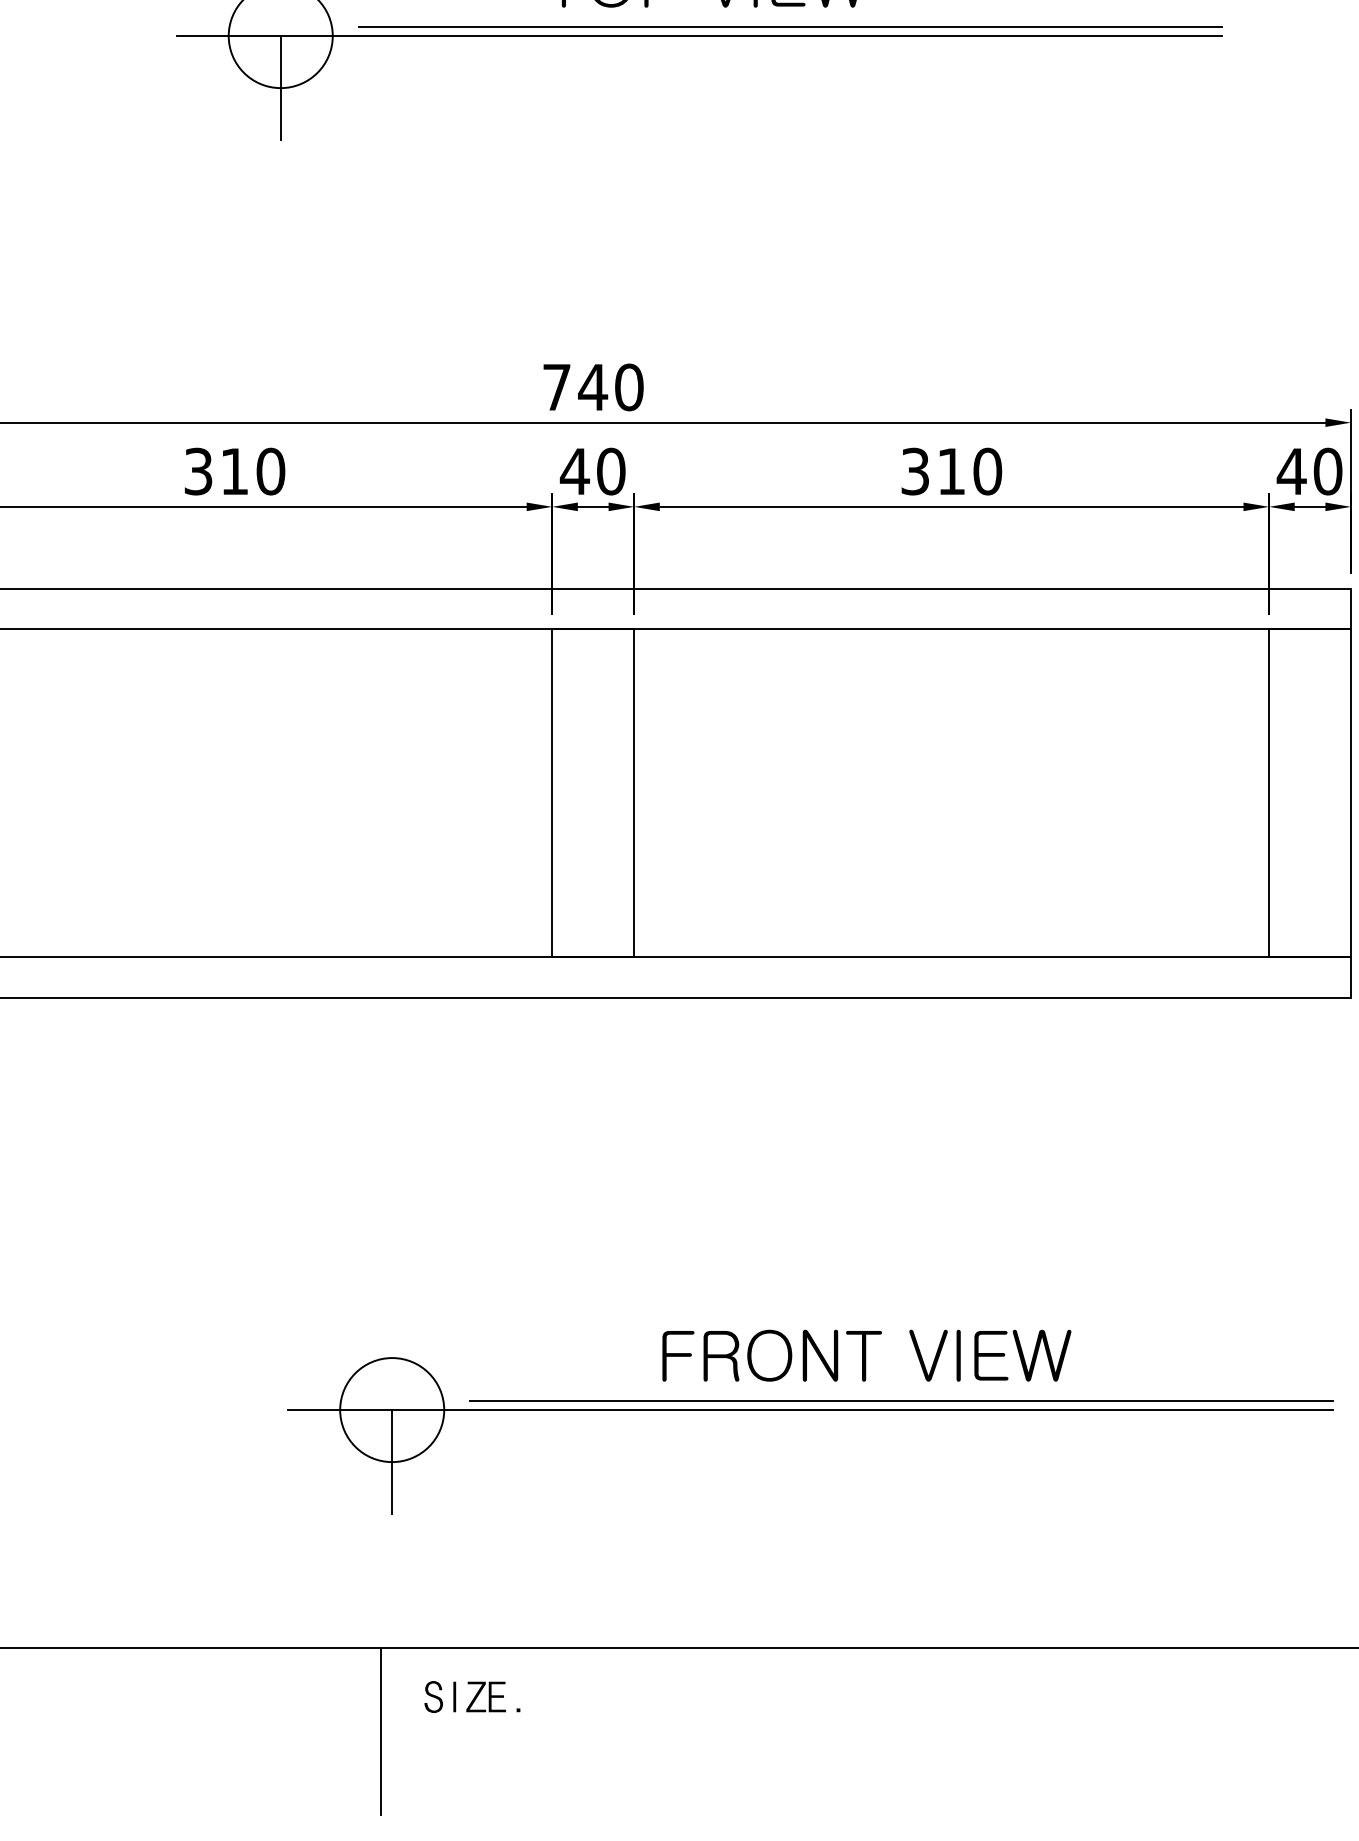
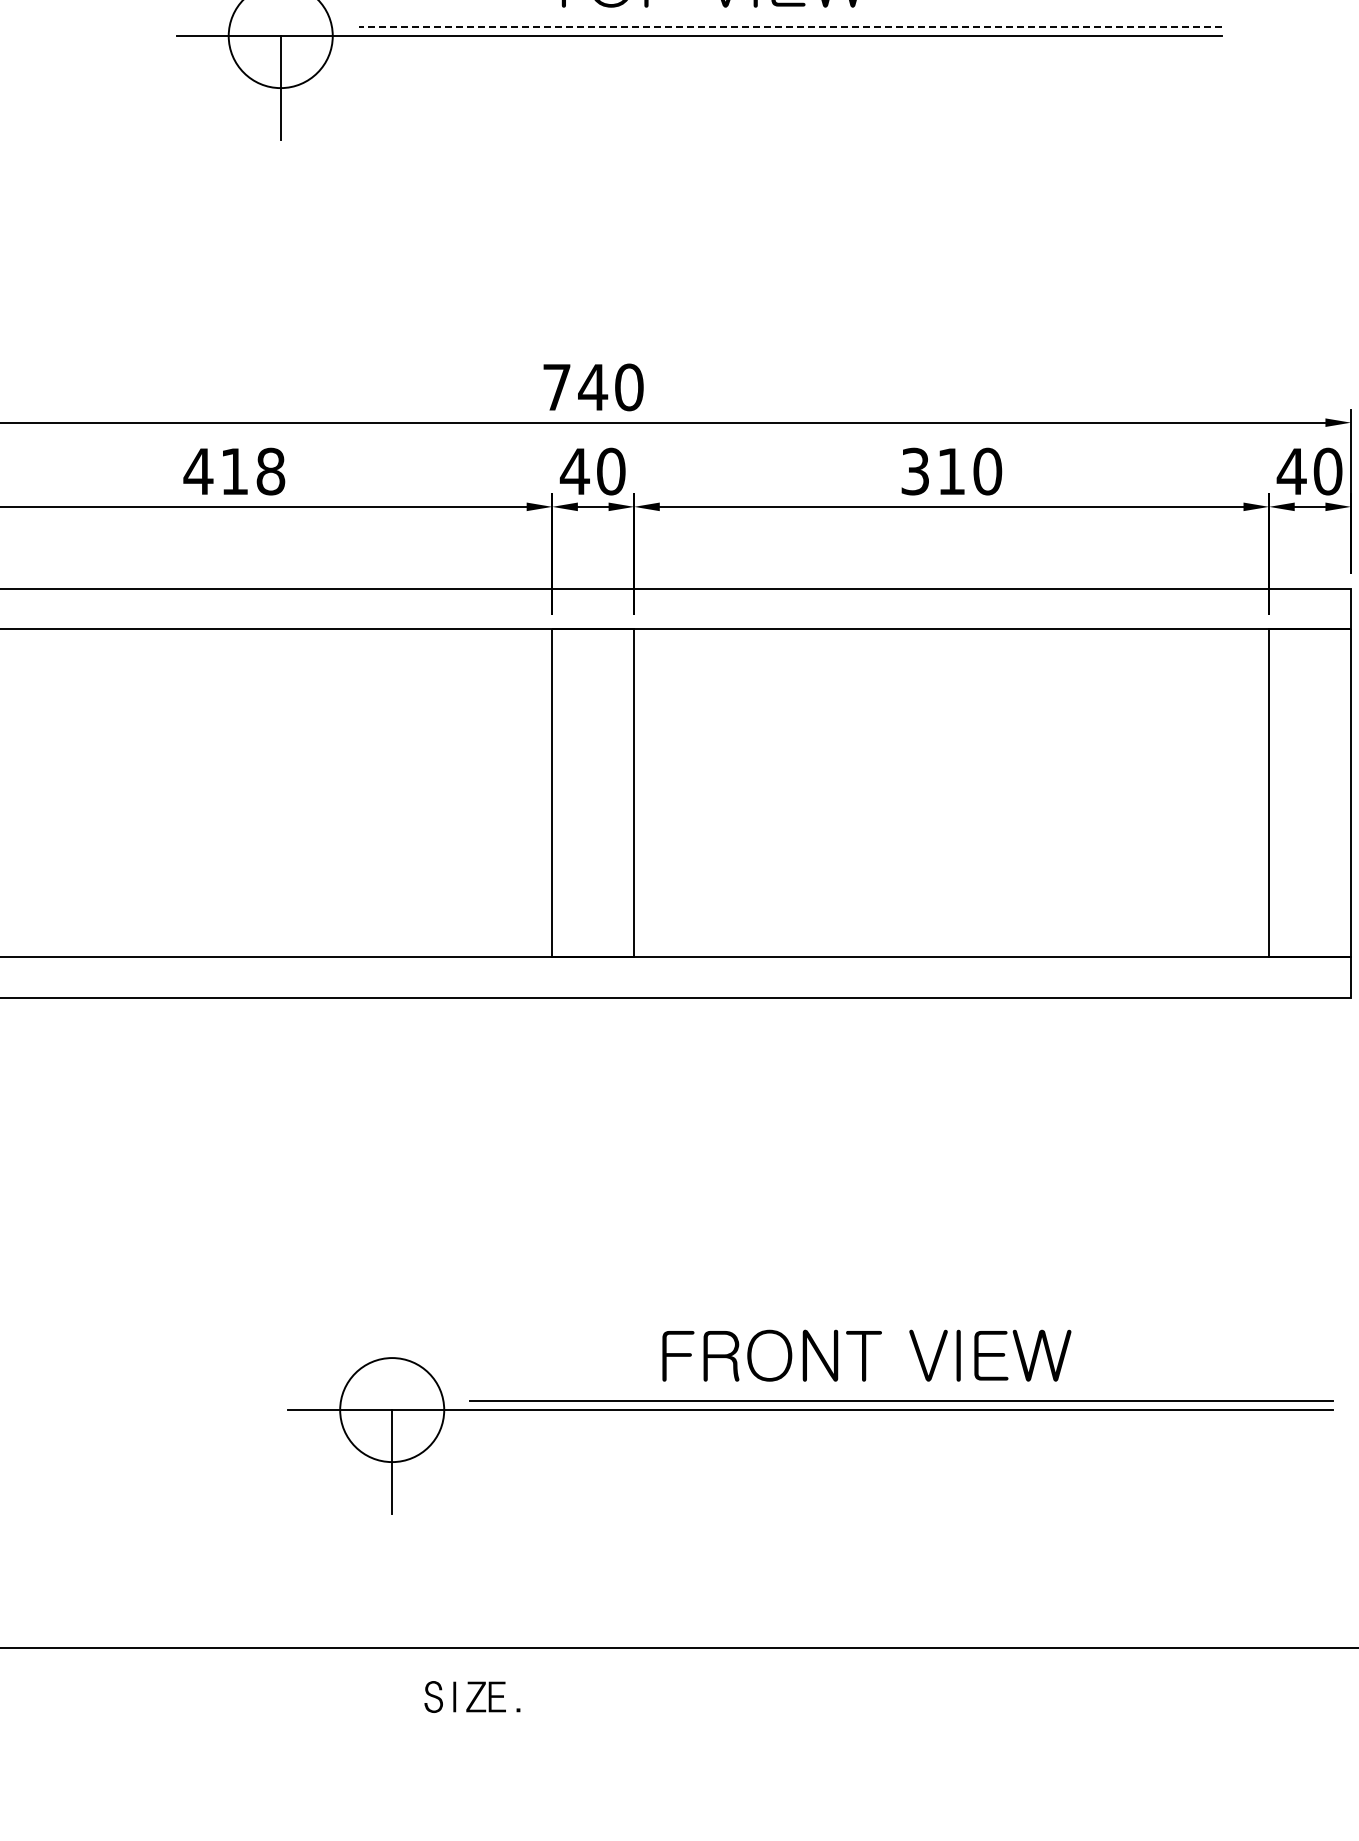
line at (789, 27): solid -> dashed
text at (234, 471): 310 -> 418
line at (380, 1730): present -> none
